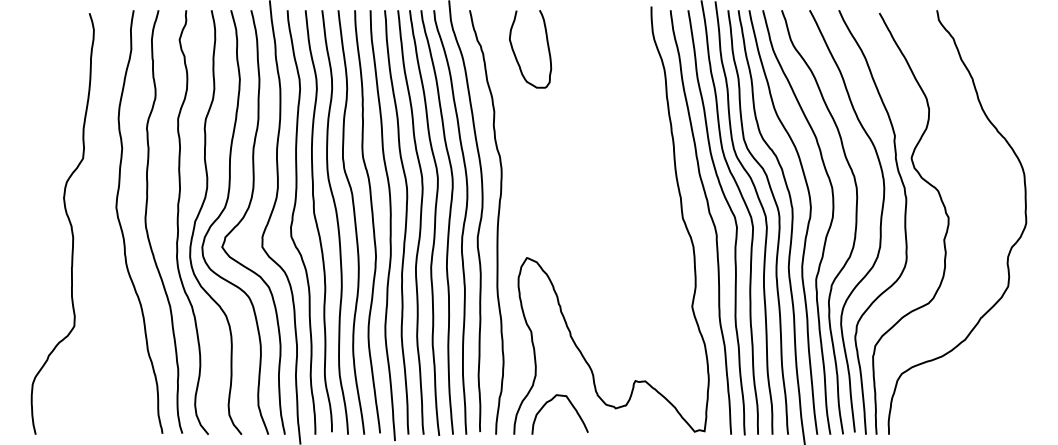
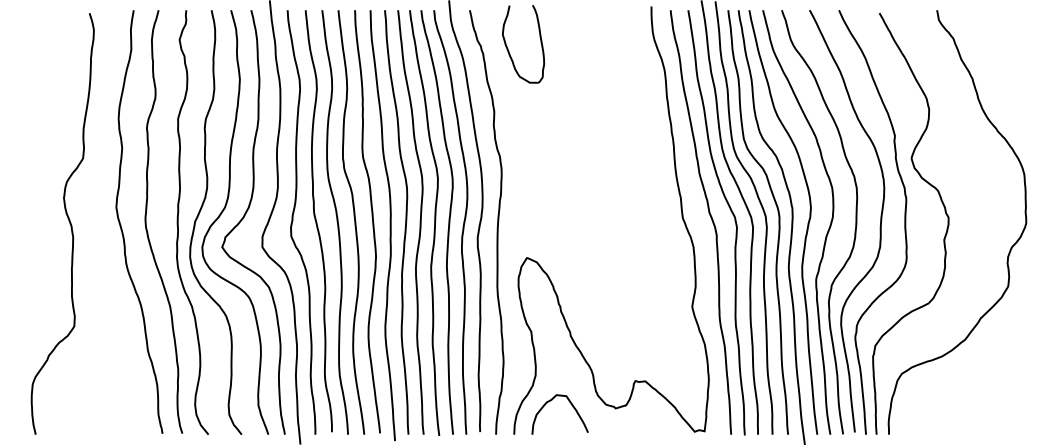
curve at (515, 53) position: (515, 53) -> (508, 48)
